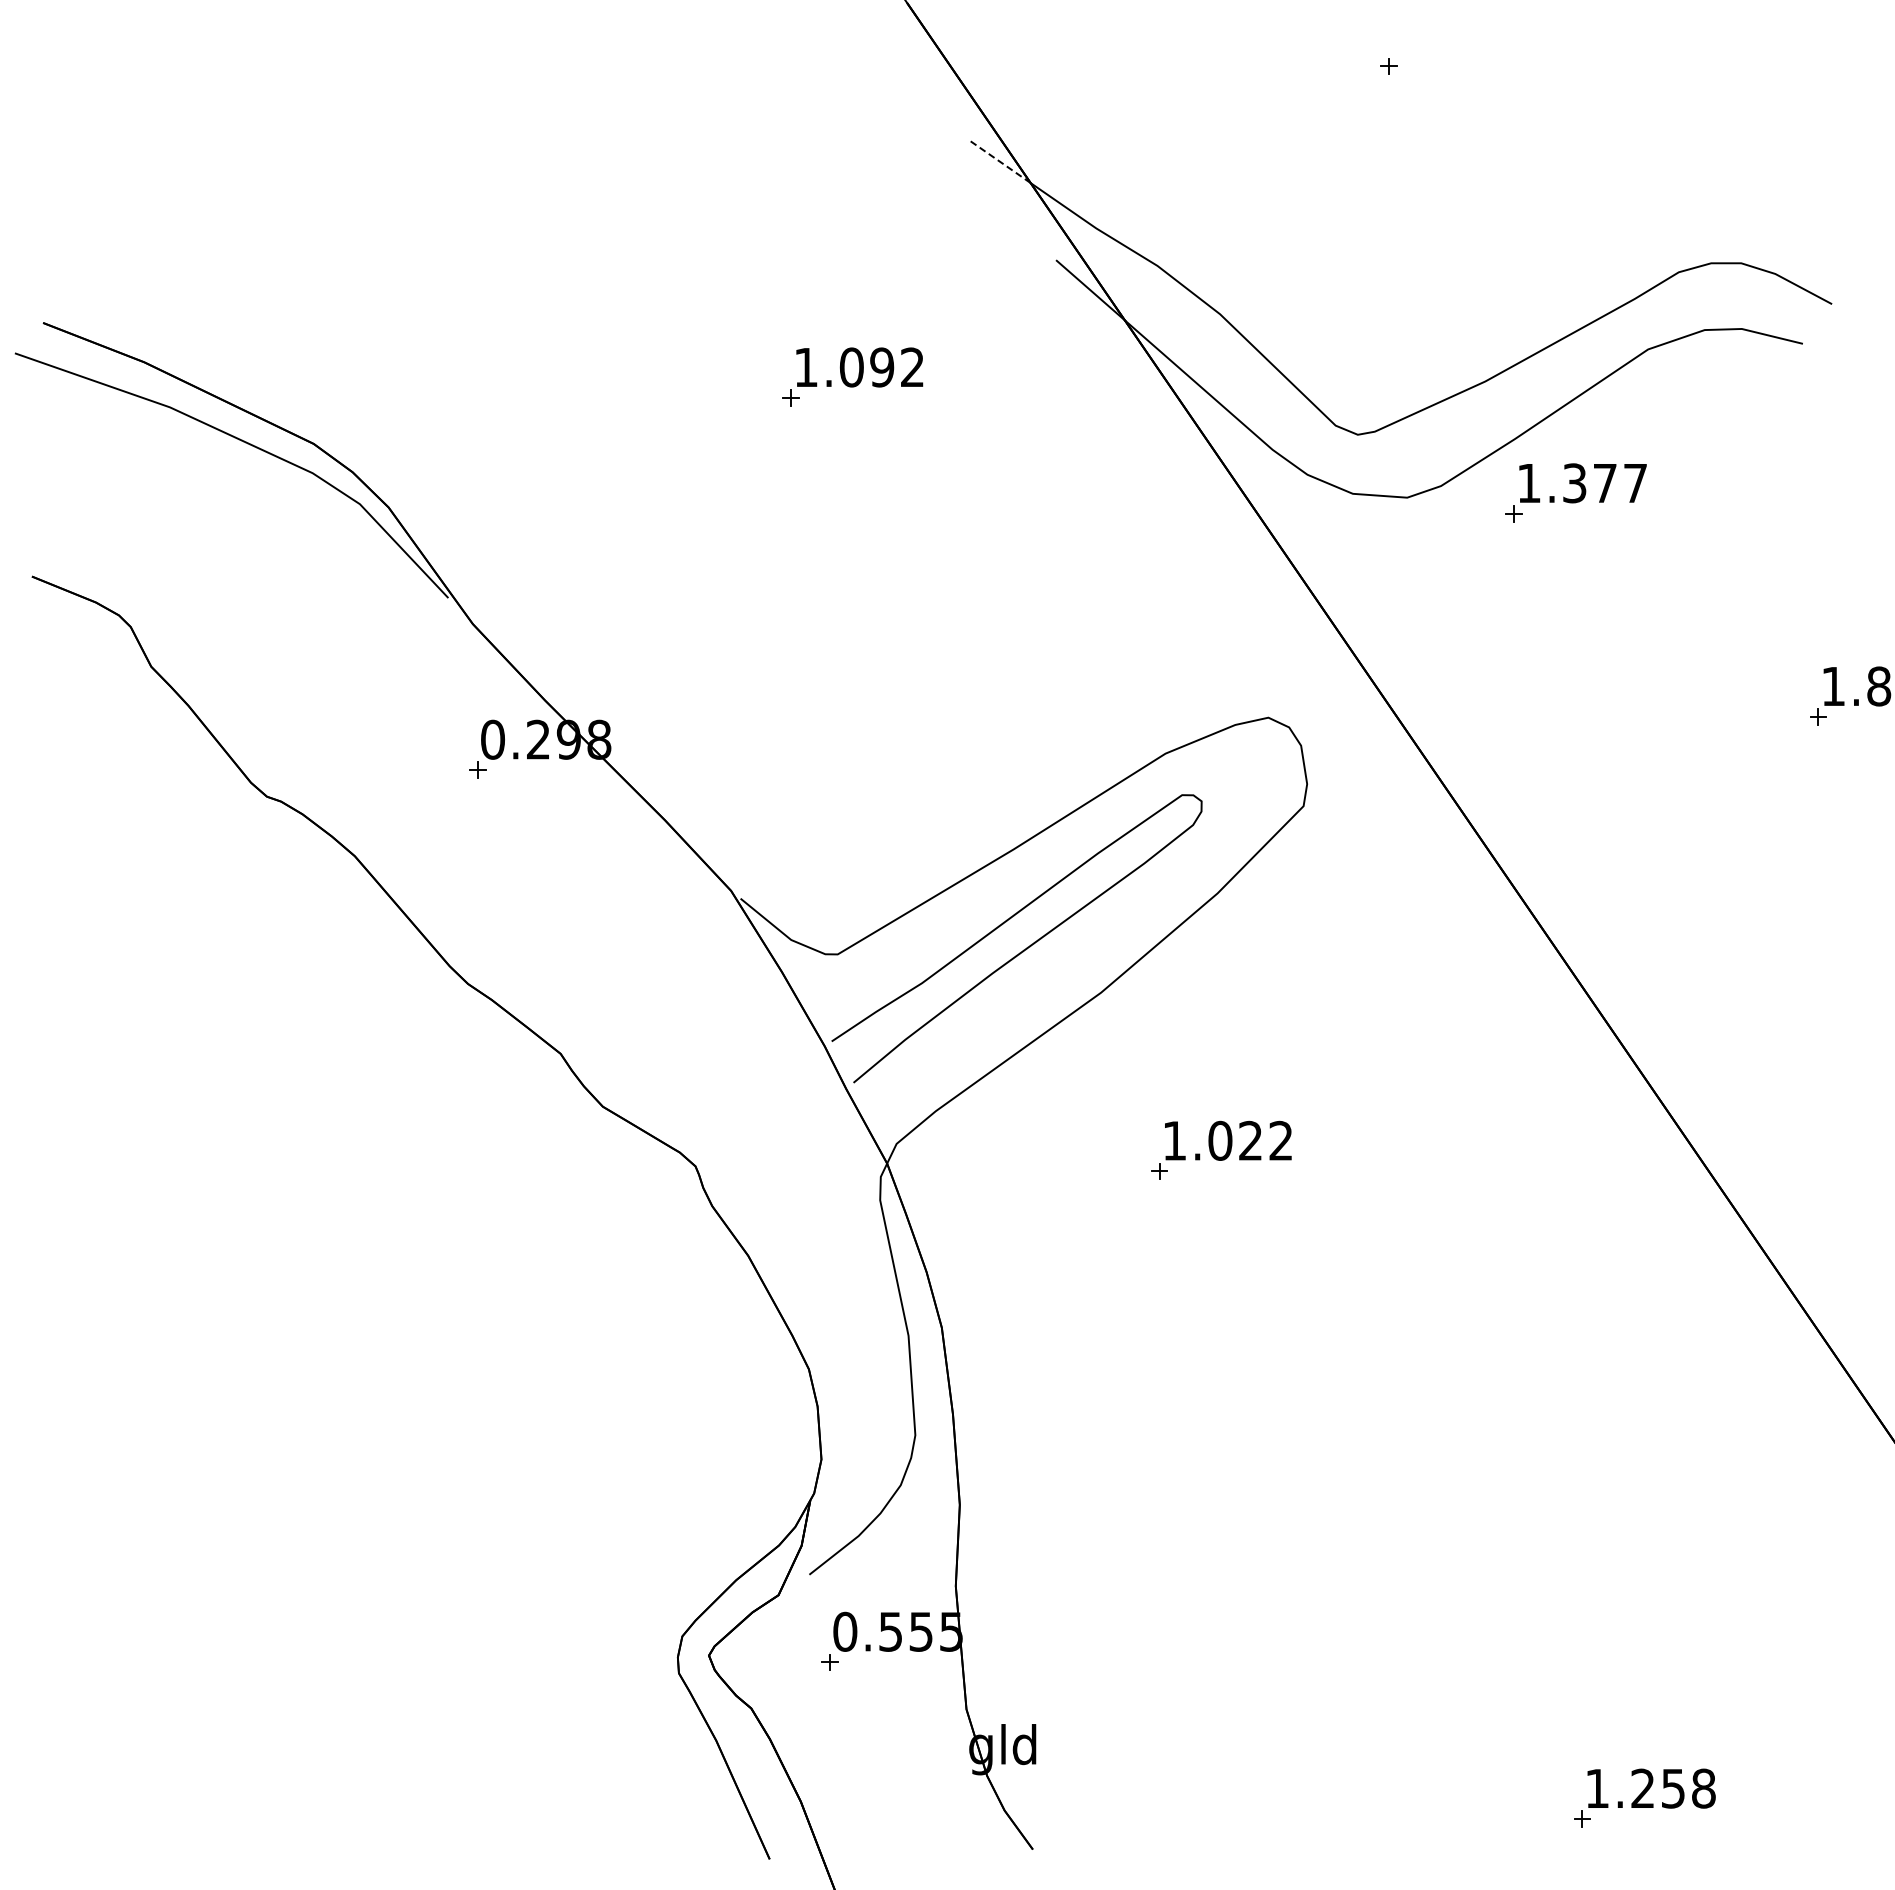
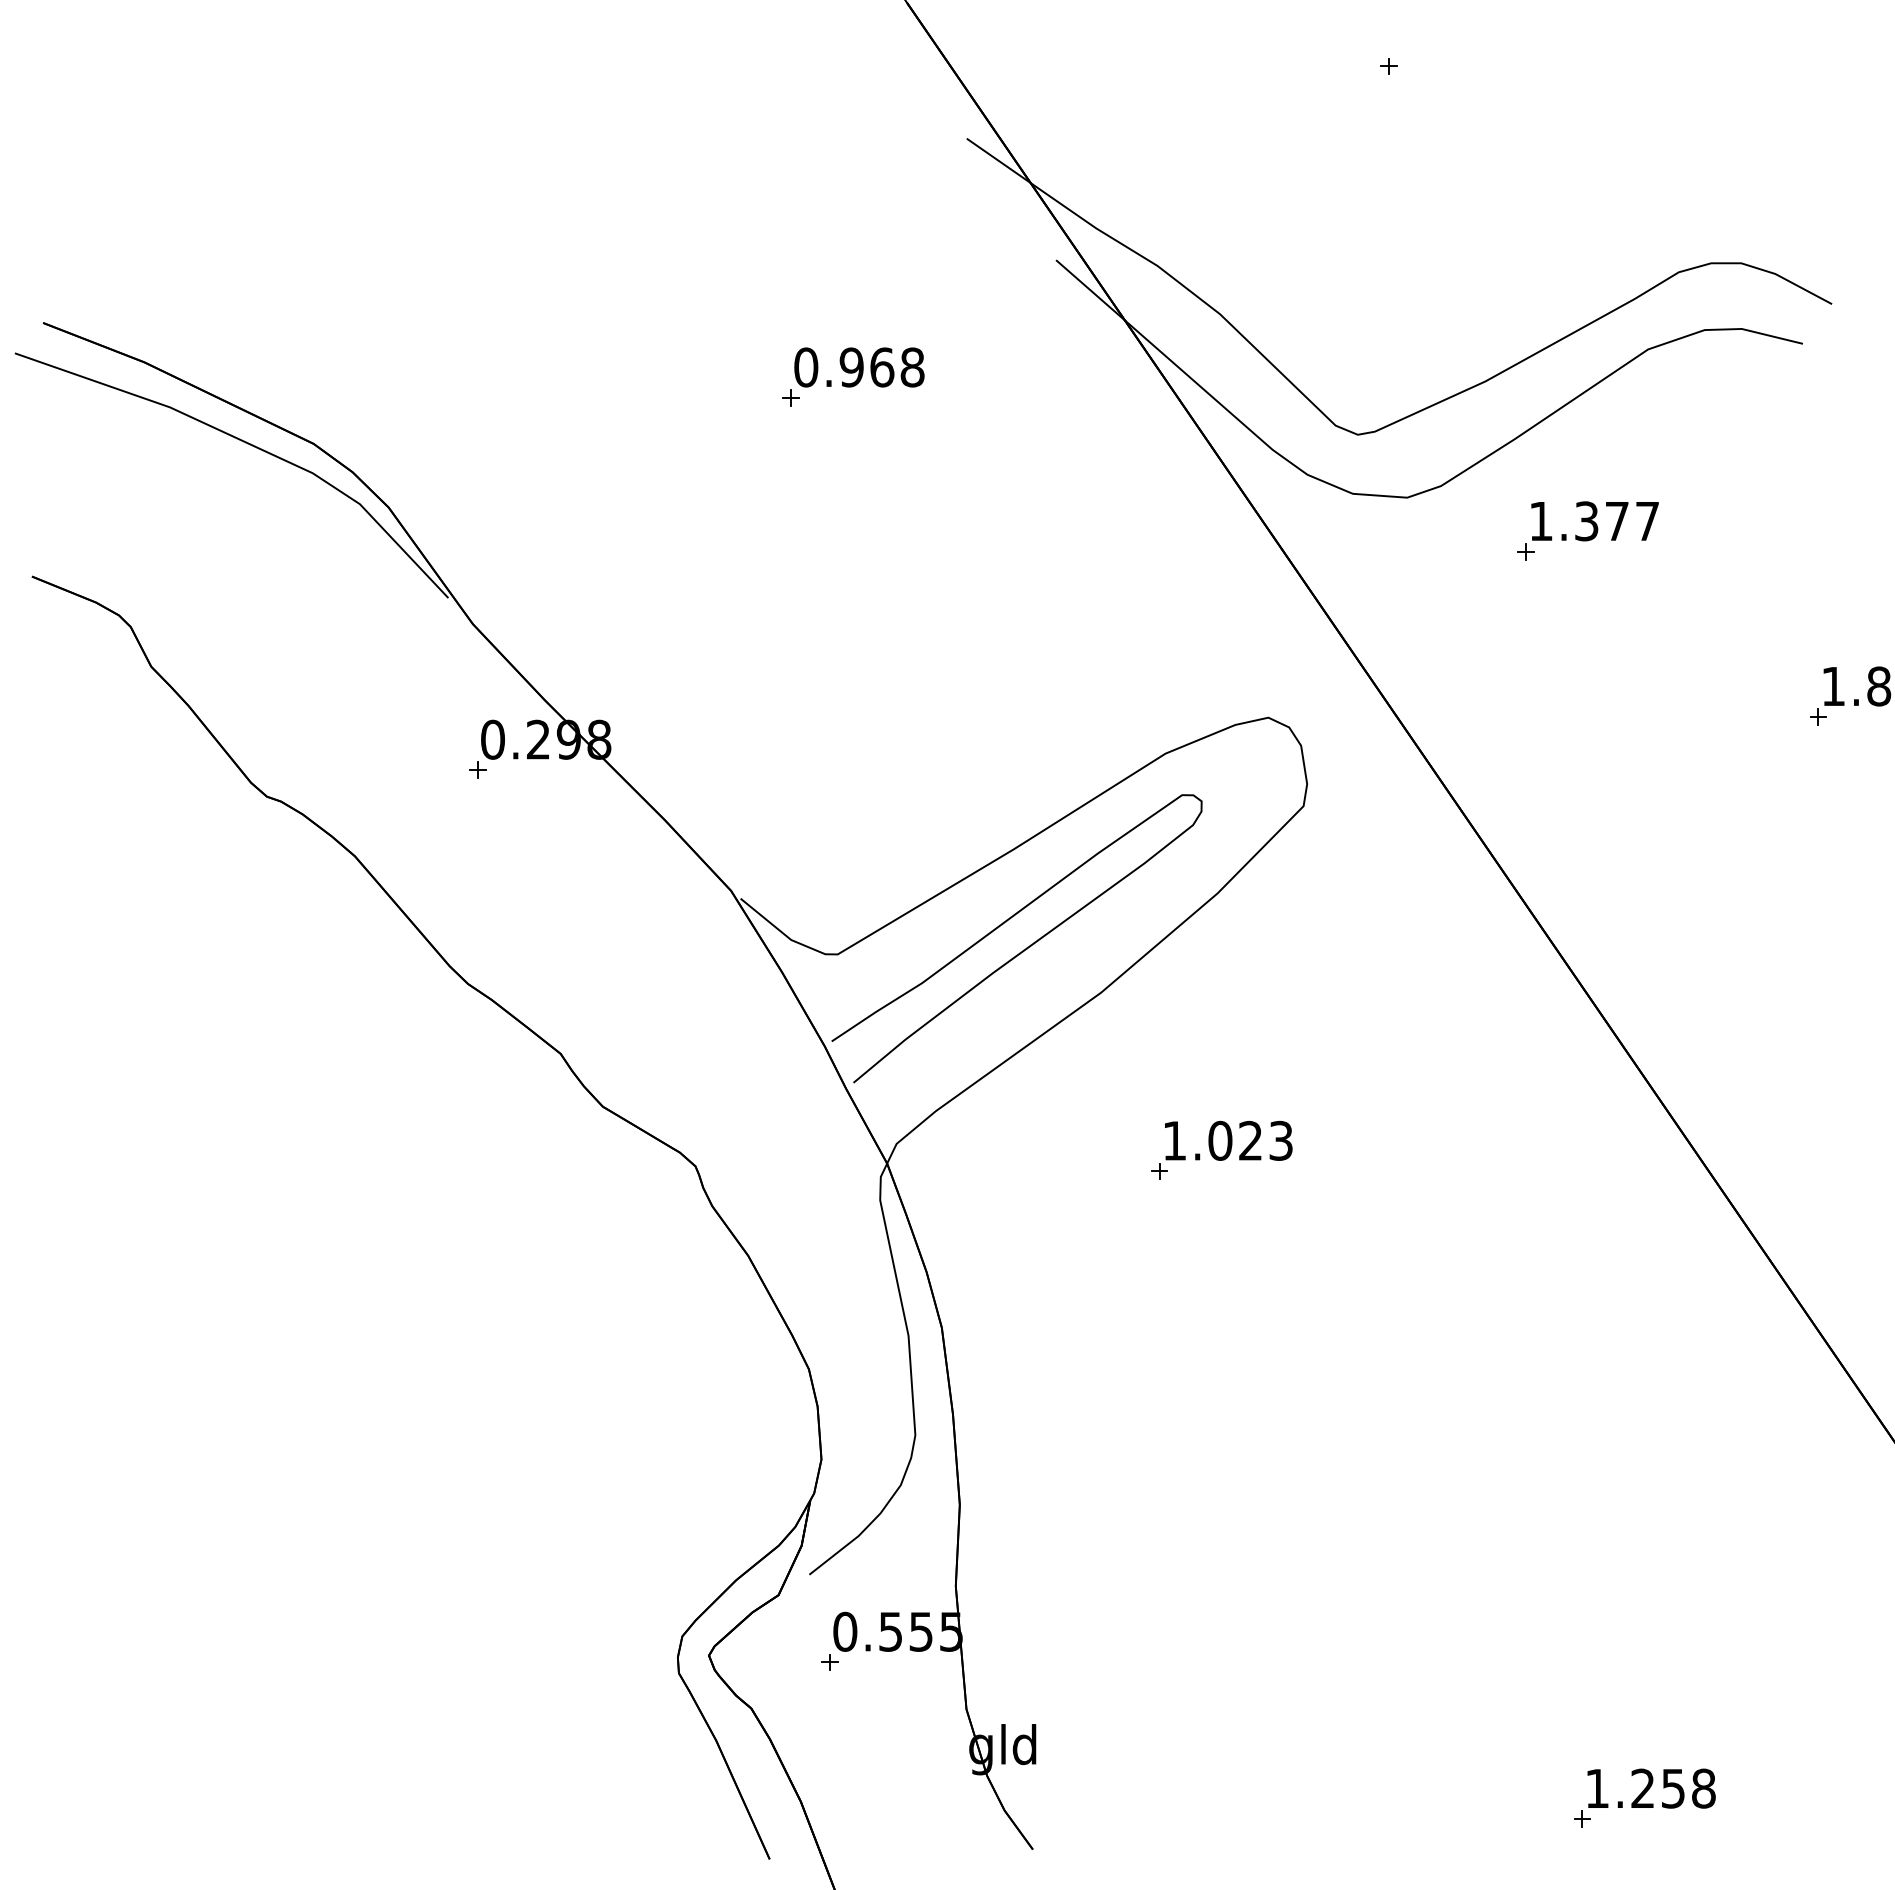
line at (998, 160): dashed -> solid
text at (859, 367): 1.092 -> 0.968
part at (1575, 492) position: (1575, 492) -> (1587, 530)
text at (1280, 1140): 1.022 -> 1.023
